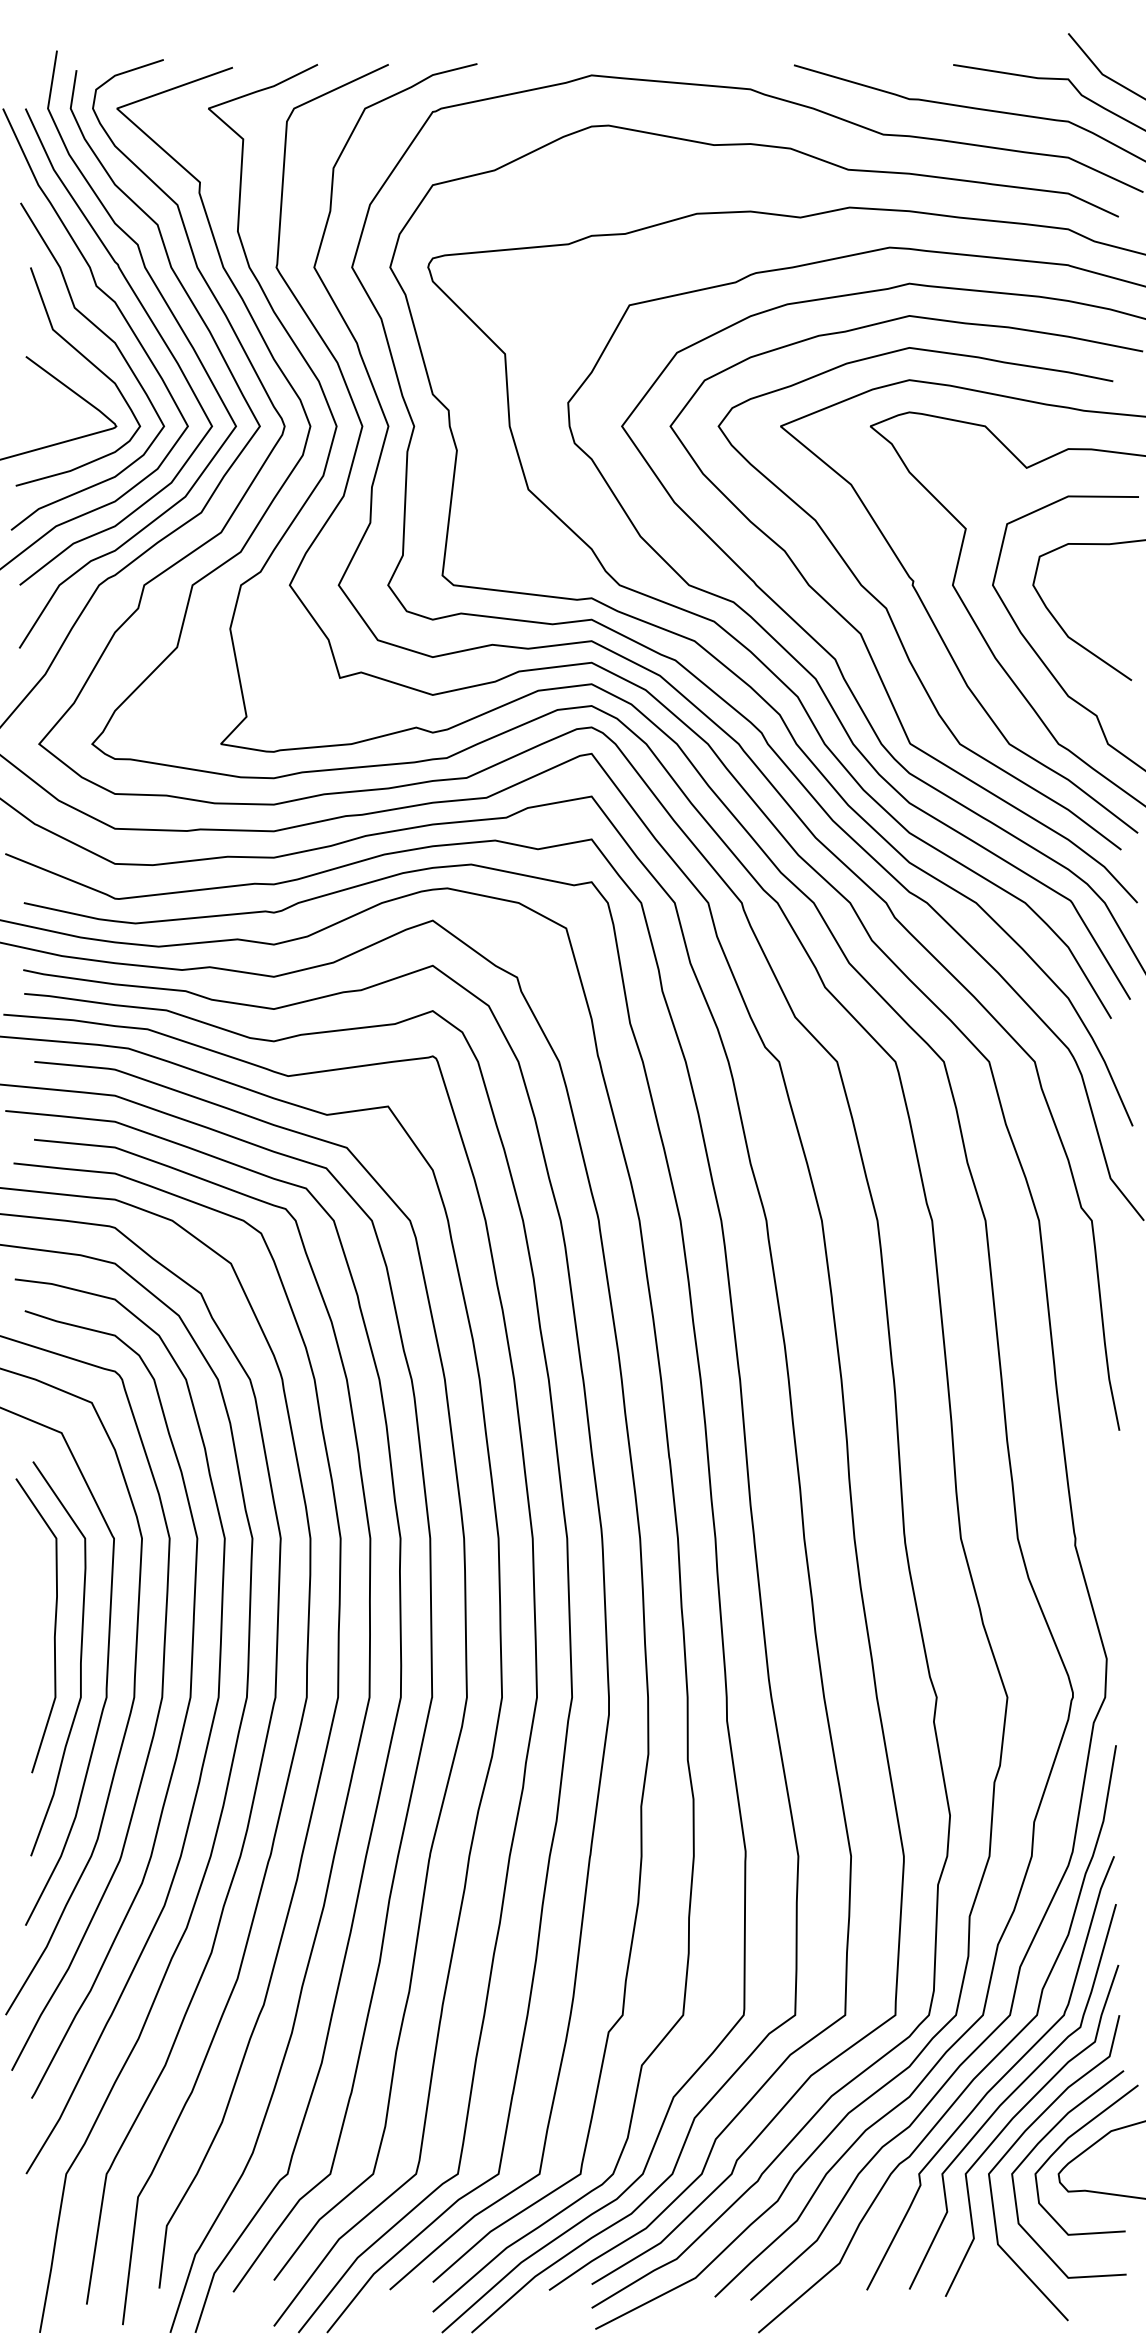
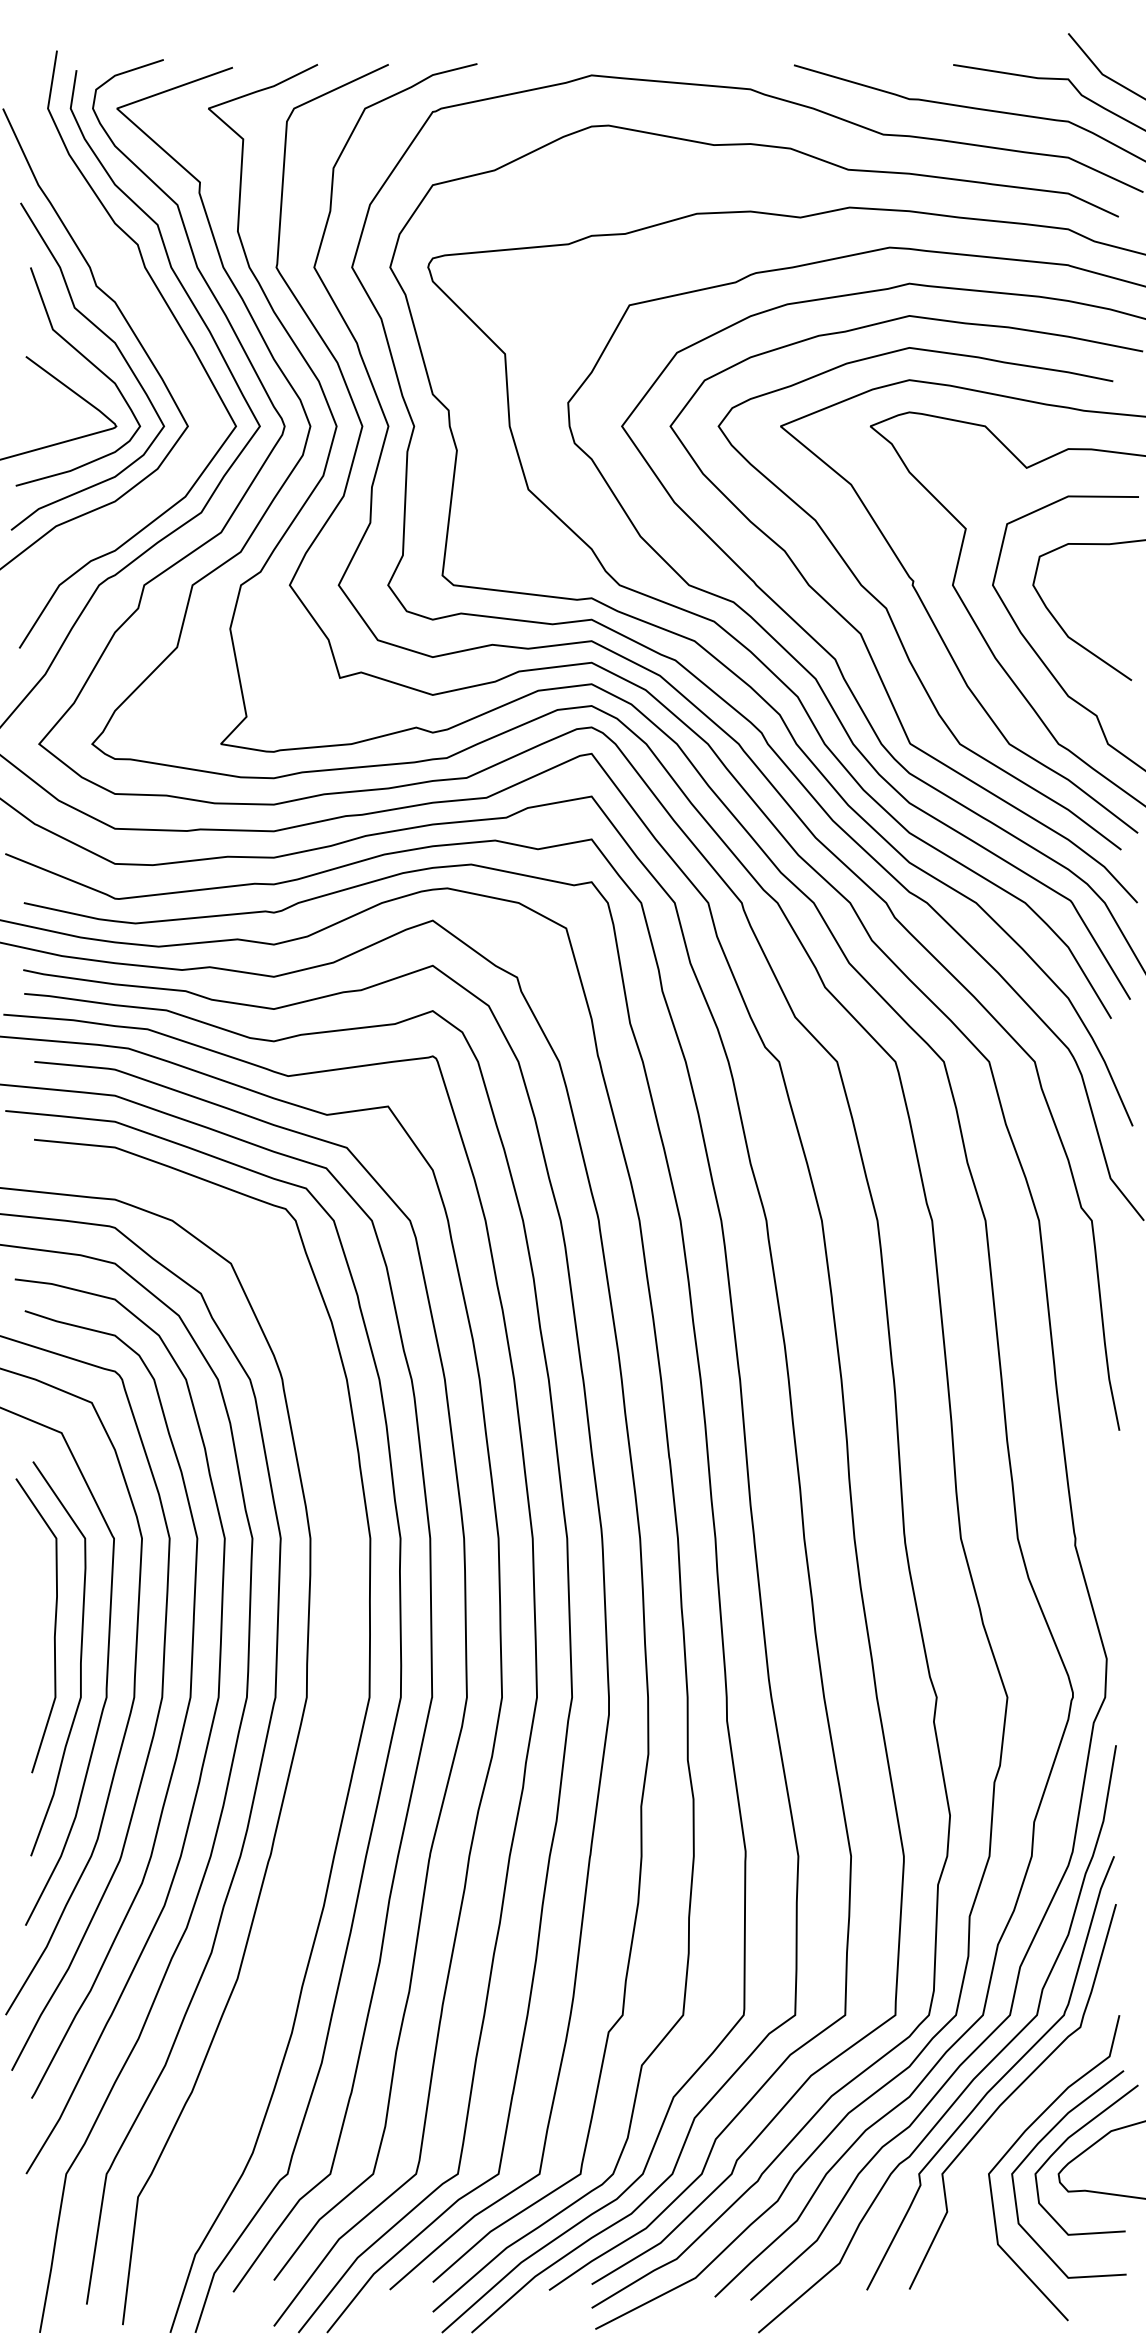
curve at (153, 326): present -> none
curve at (323, 1756): present -> none
curve at (1015, 2117): present -> none
